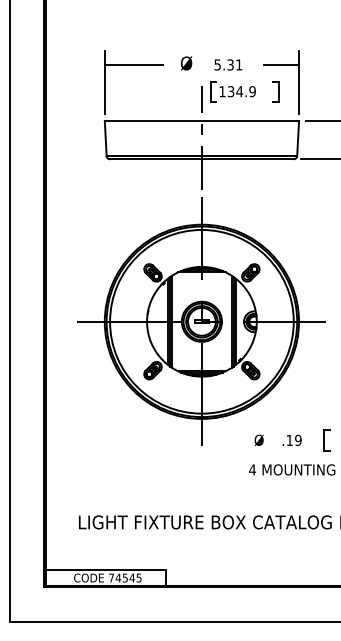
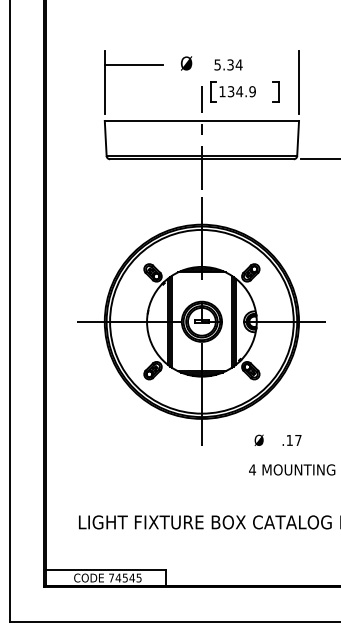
text at (238, 64): 5.31 -> 5.34
line at (281, 65): present -> none
line at (321, 121): present -> none
text at (298, 440): .19 -> .17
part at (326, 440): present -> none
